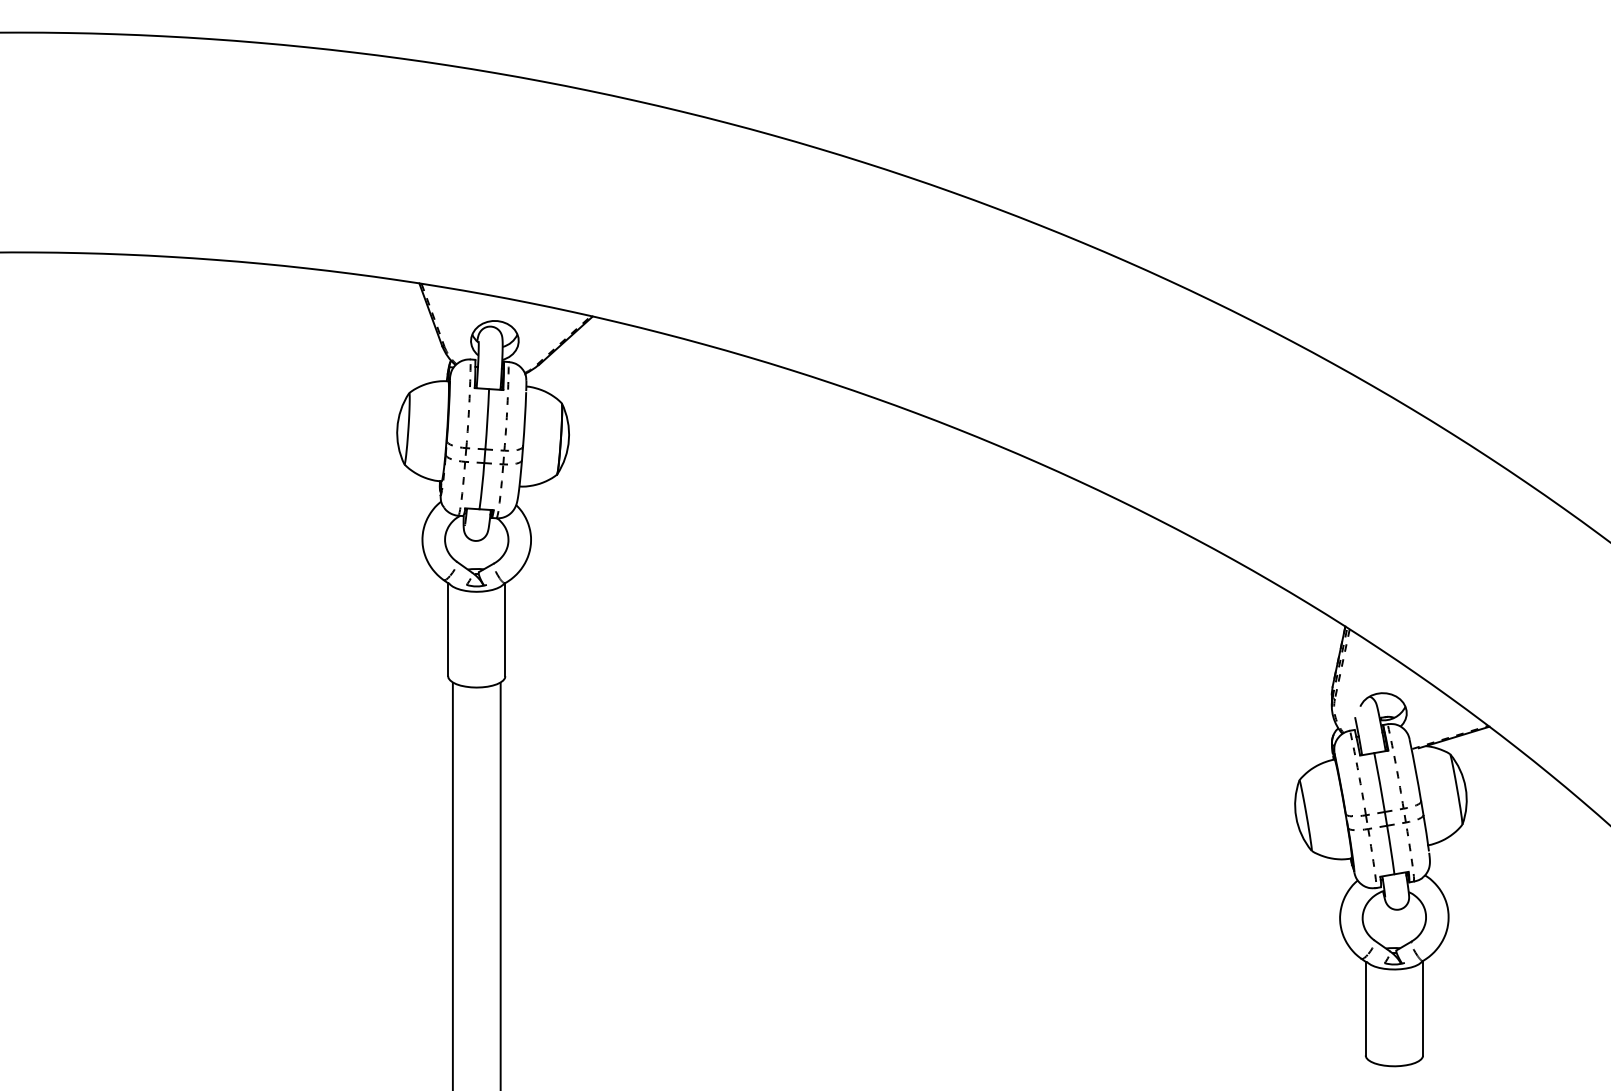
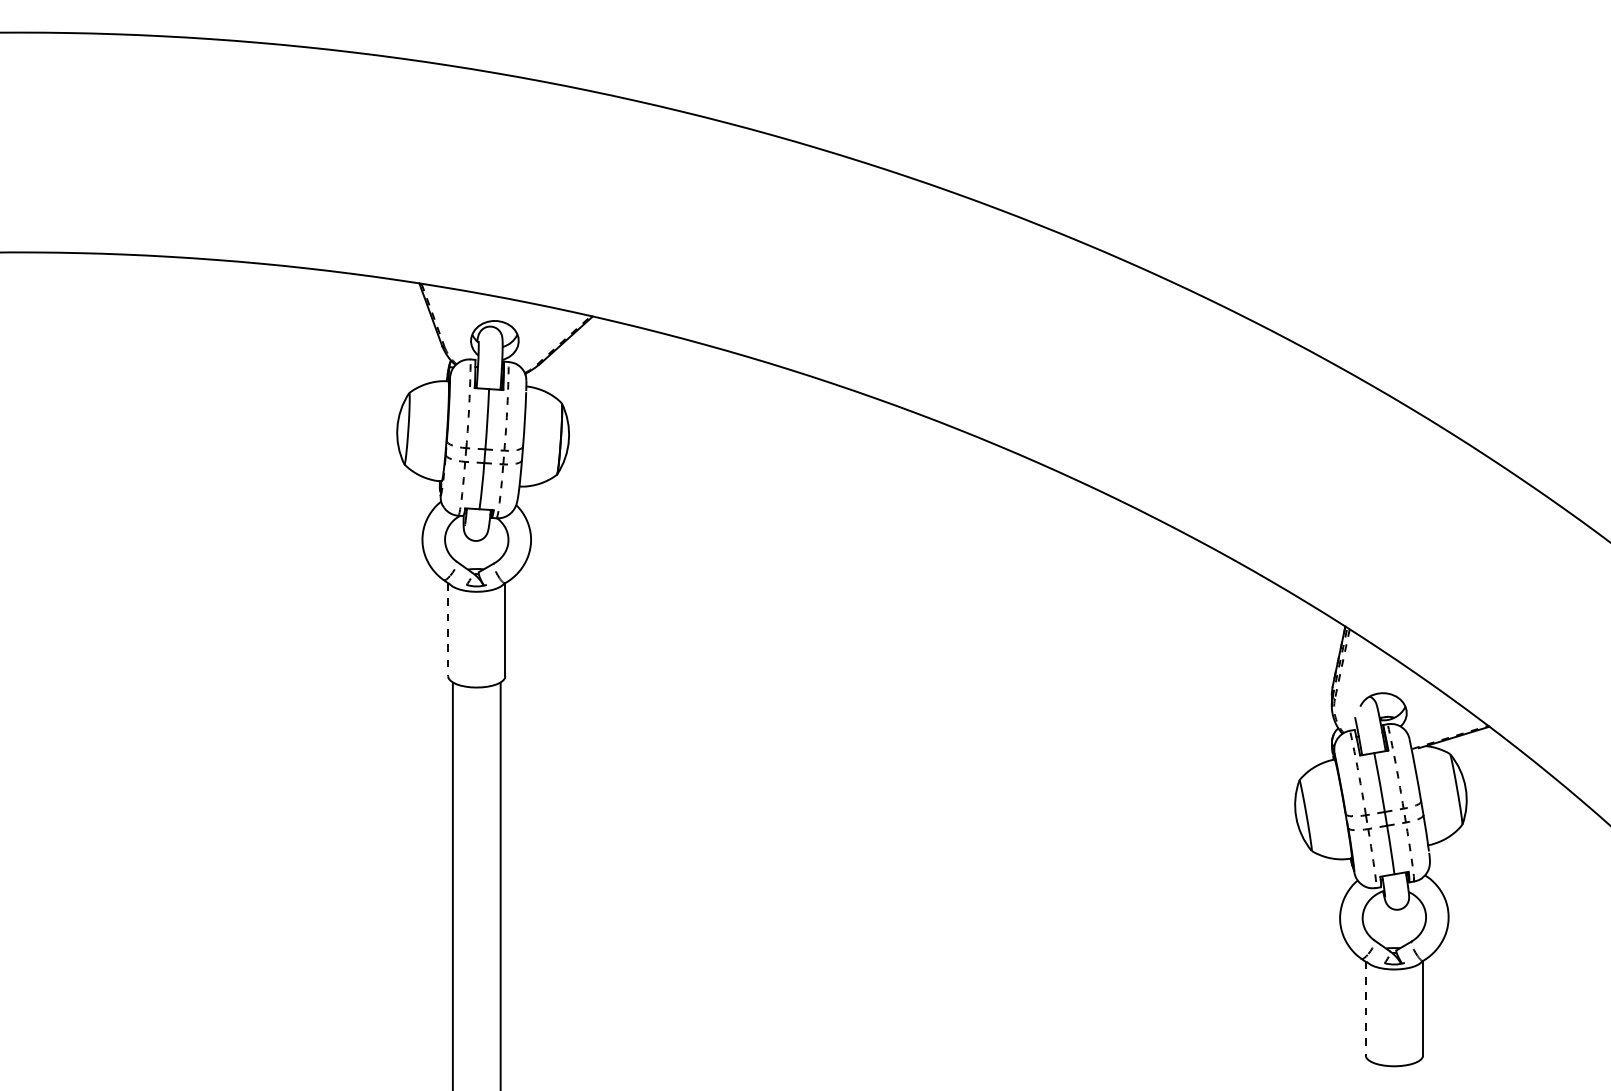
line at (448, 630): solid -> dashed
line at (1365, 1008): solid -> dashed
